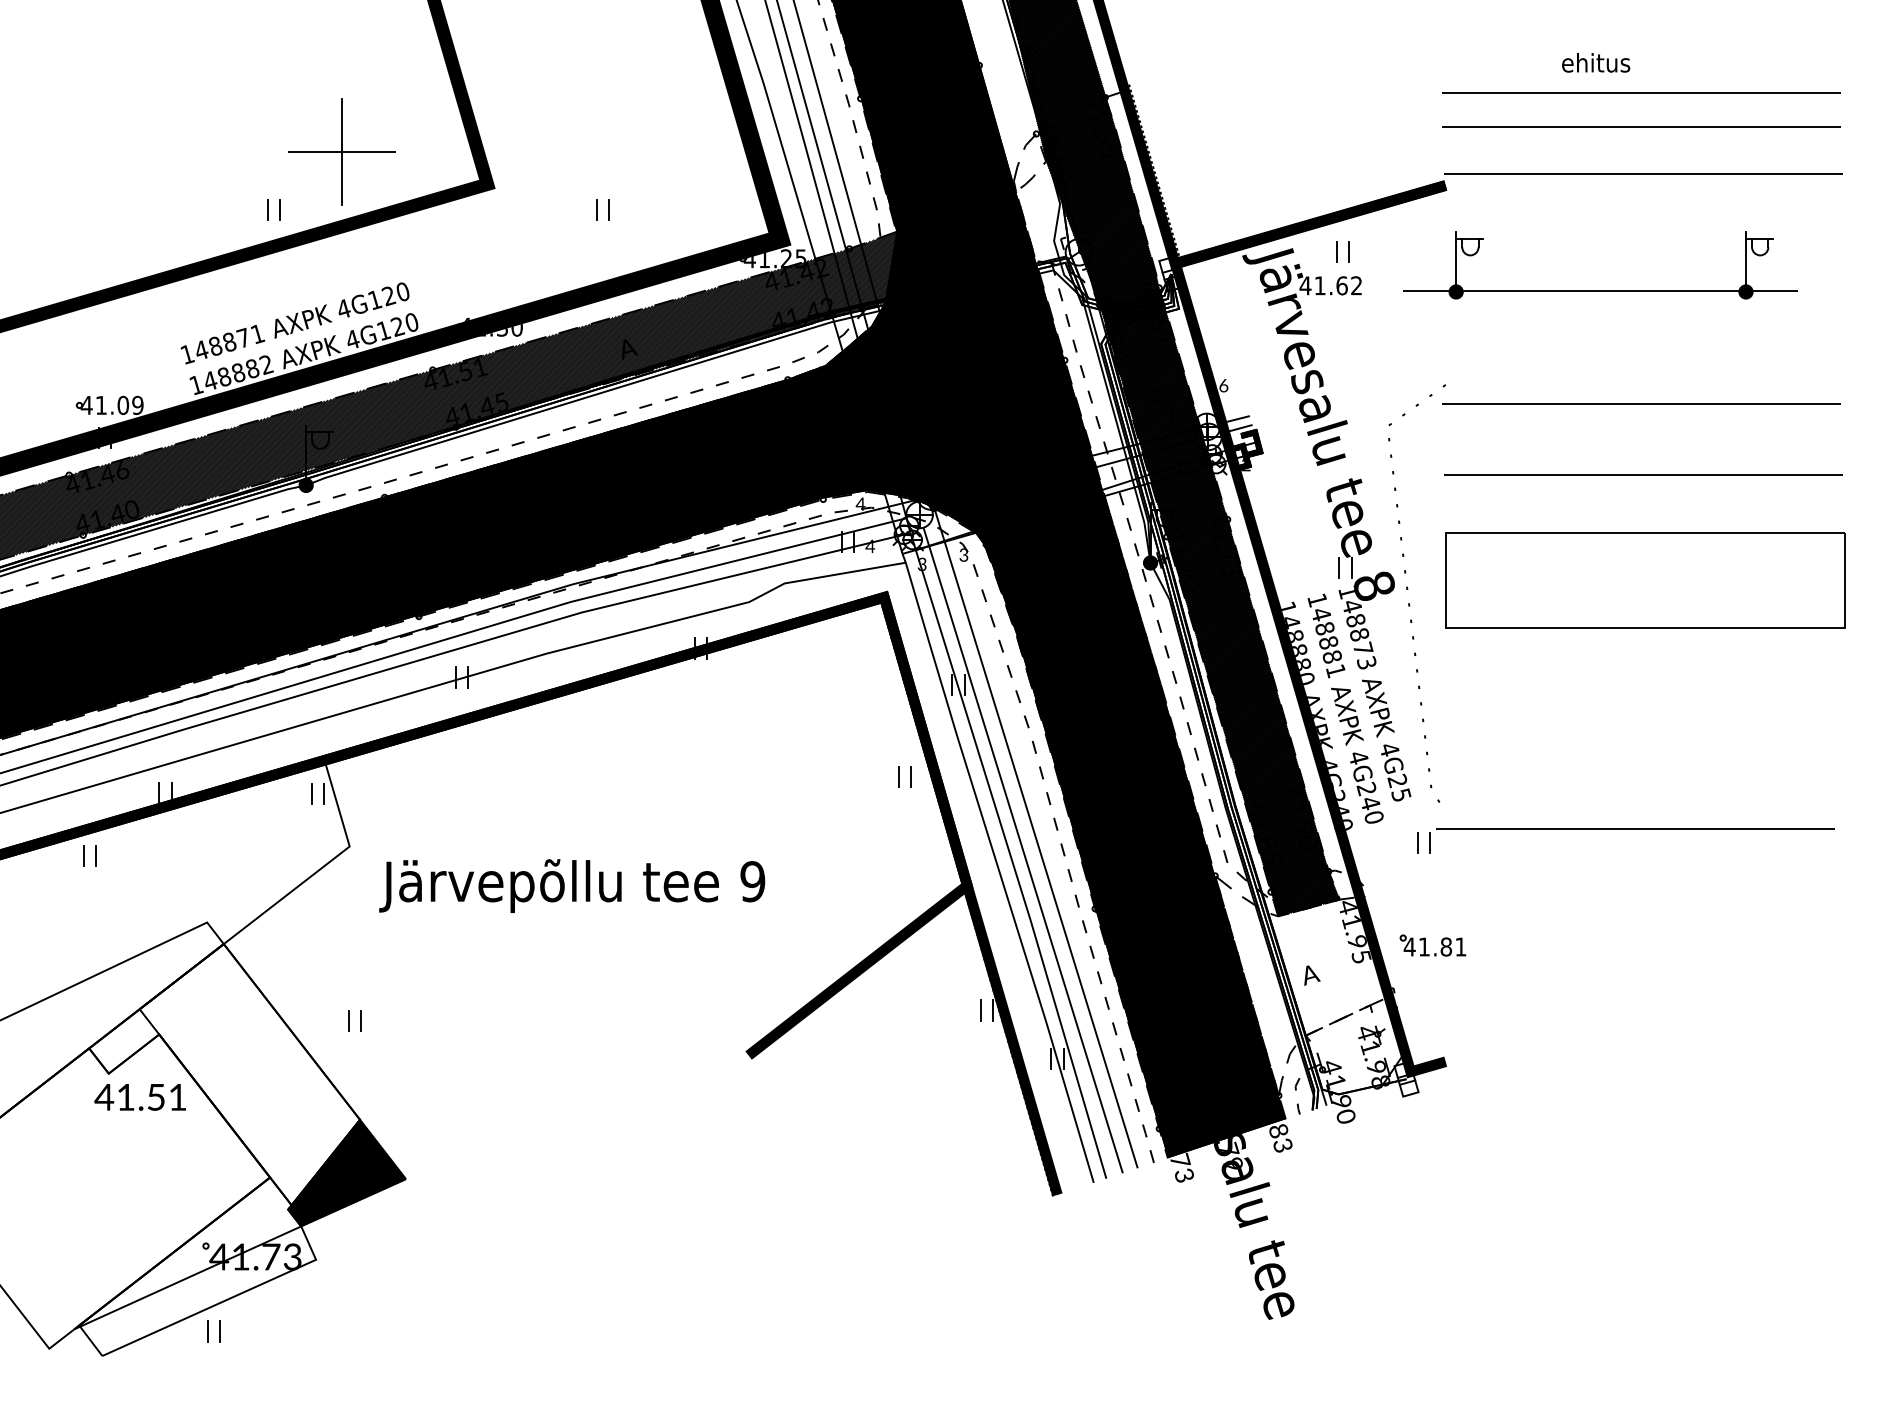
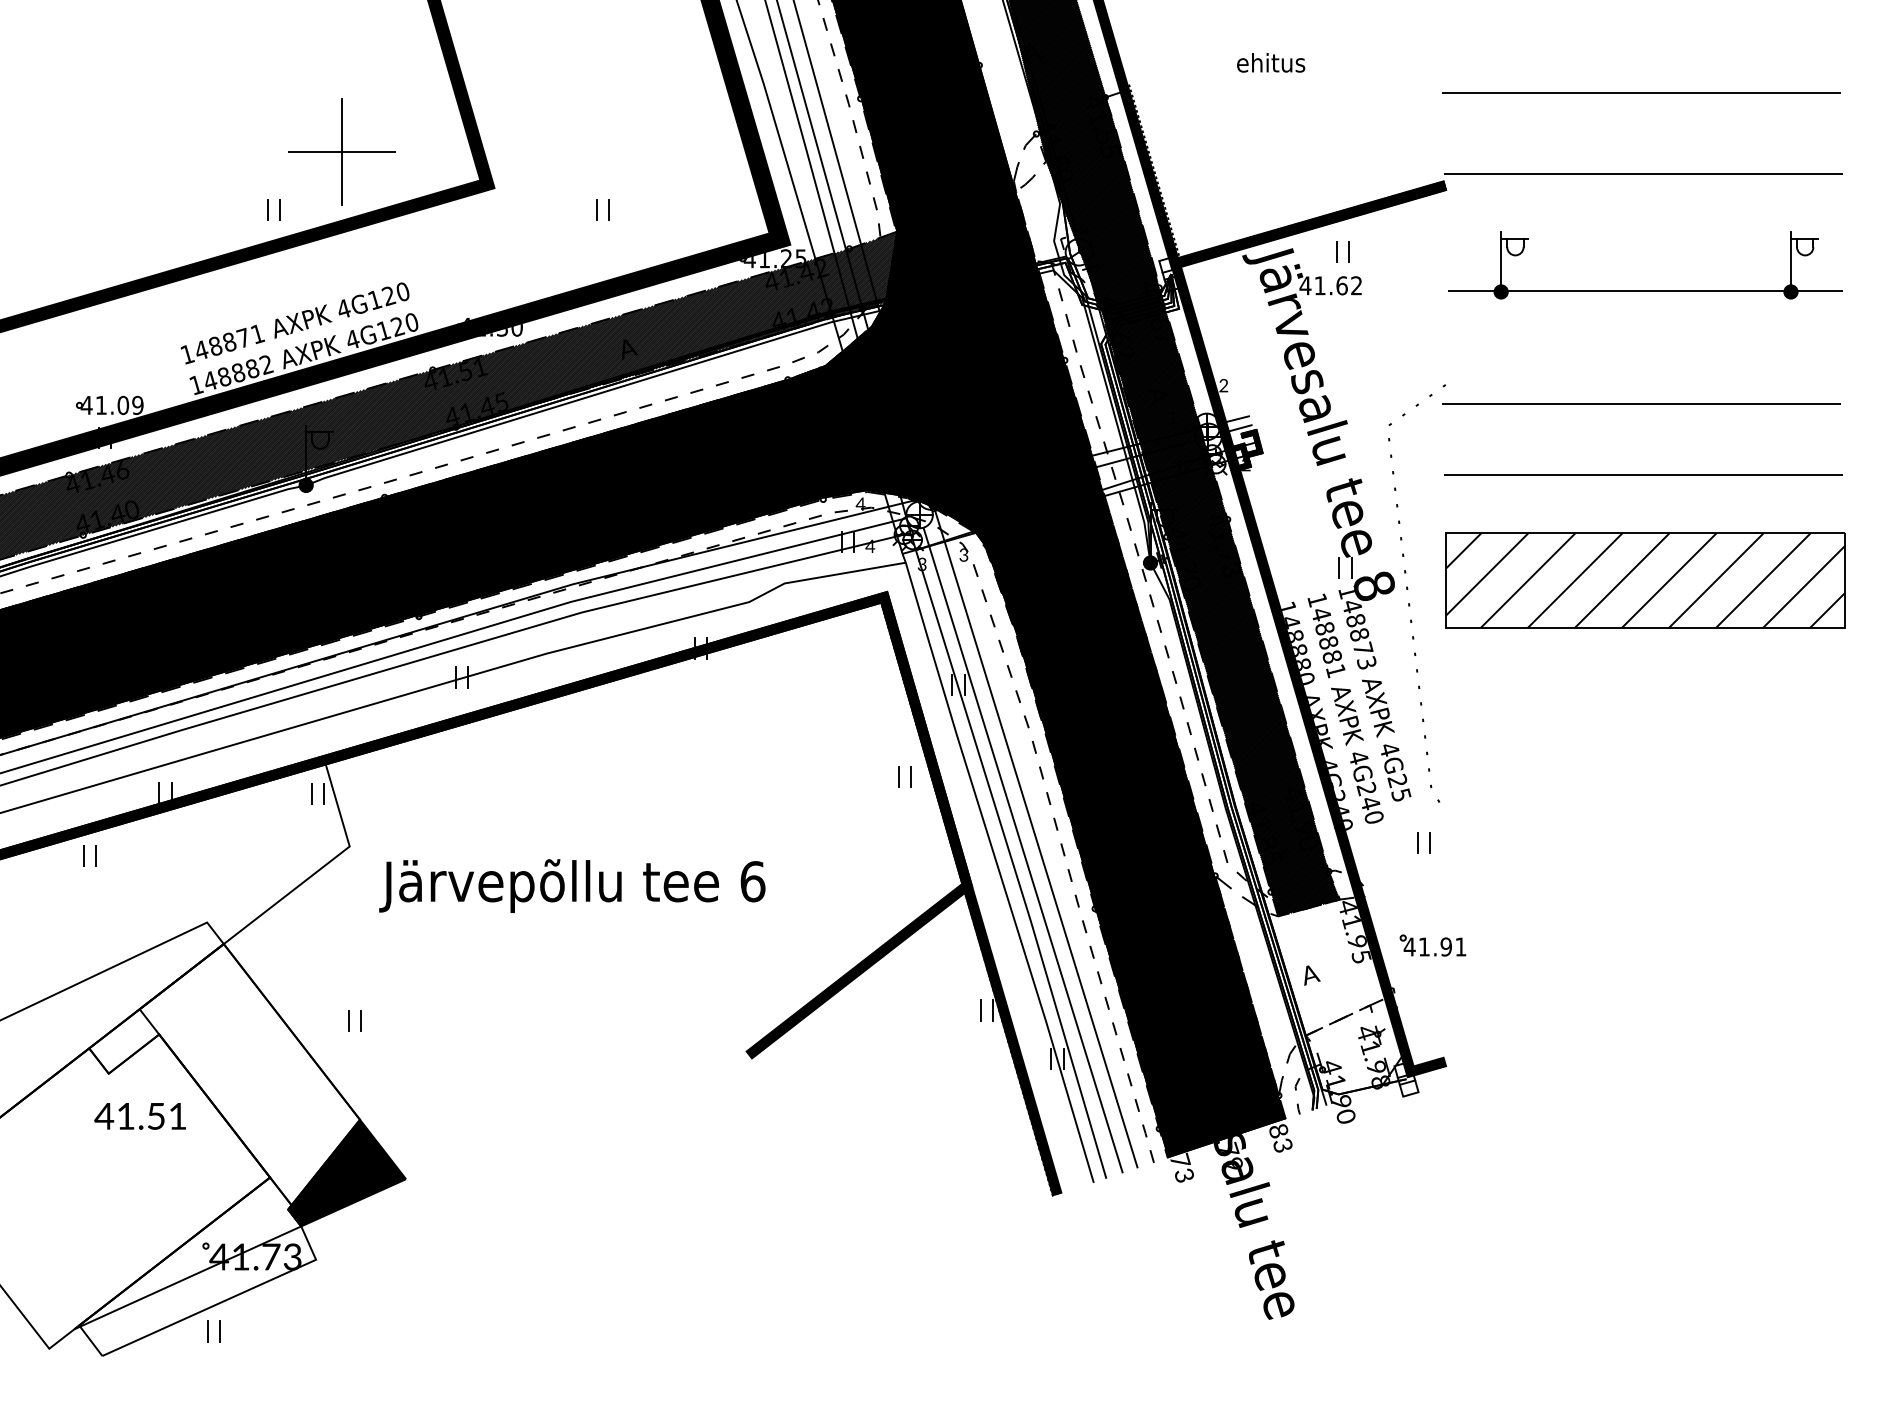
text at (1596, 62) position: (1596, 62) -> (1271, 62)
line at (1641, 126): present -> none
part at (1600, 290) position: (1600, 290) -> (1645, 290)
text at (1223, 385): 6 -> 2
hatch at (1644, 580): none -> present
line at (1635, 828): present -> none
text at (752, 881): 9 -> 6
text at (1446, 946): 41.81 -> 41.91
text at (139, 1097) position: (139, 1097) -> (139, 1116)
